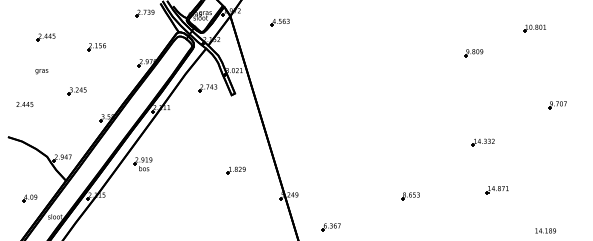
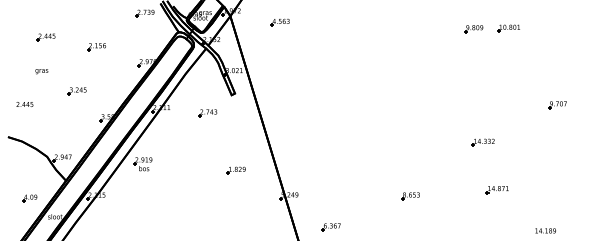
part at (534, 28) position: (534, 28) -> (508, 28)
part at (473, 53) position: (473, 53) -> (473, 29)
part at (207, 88) position: (207, 88) -> (207, 113)
